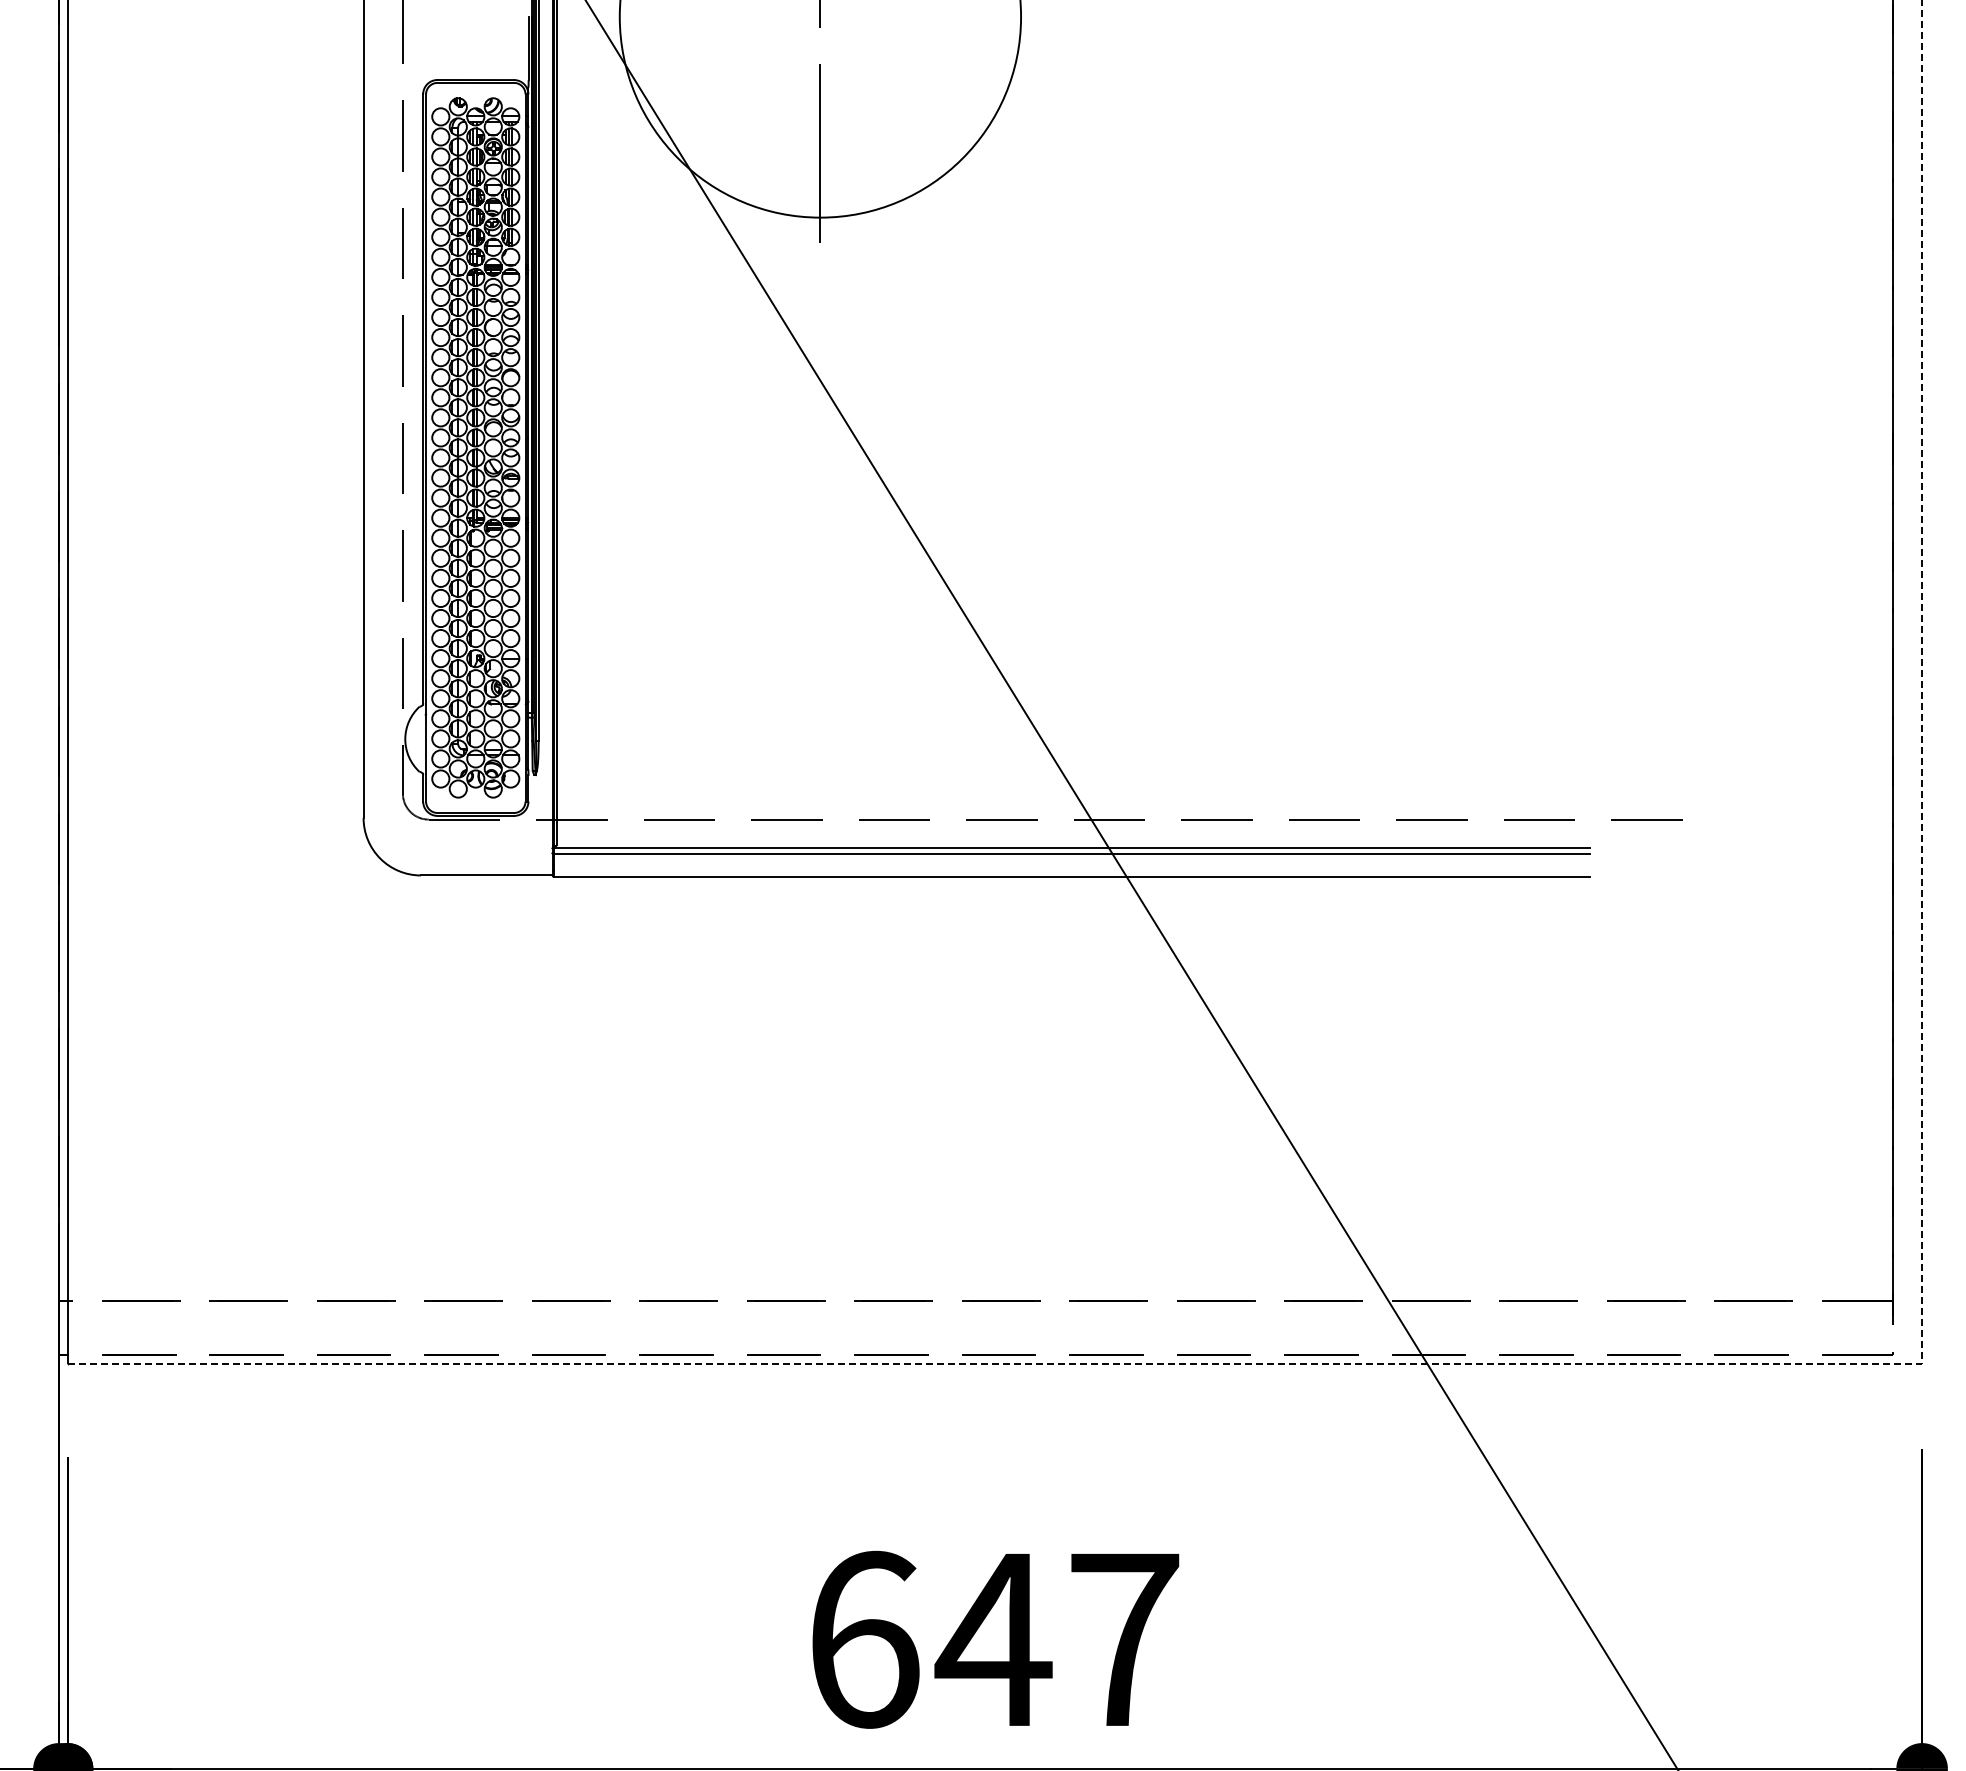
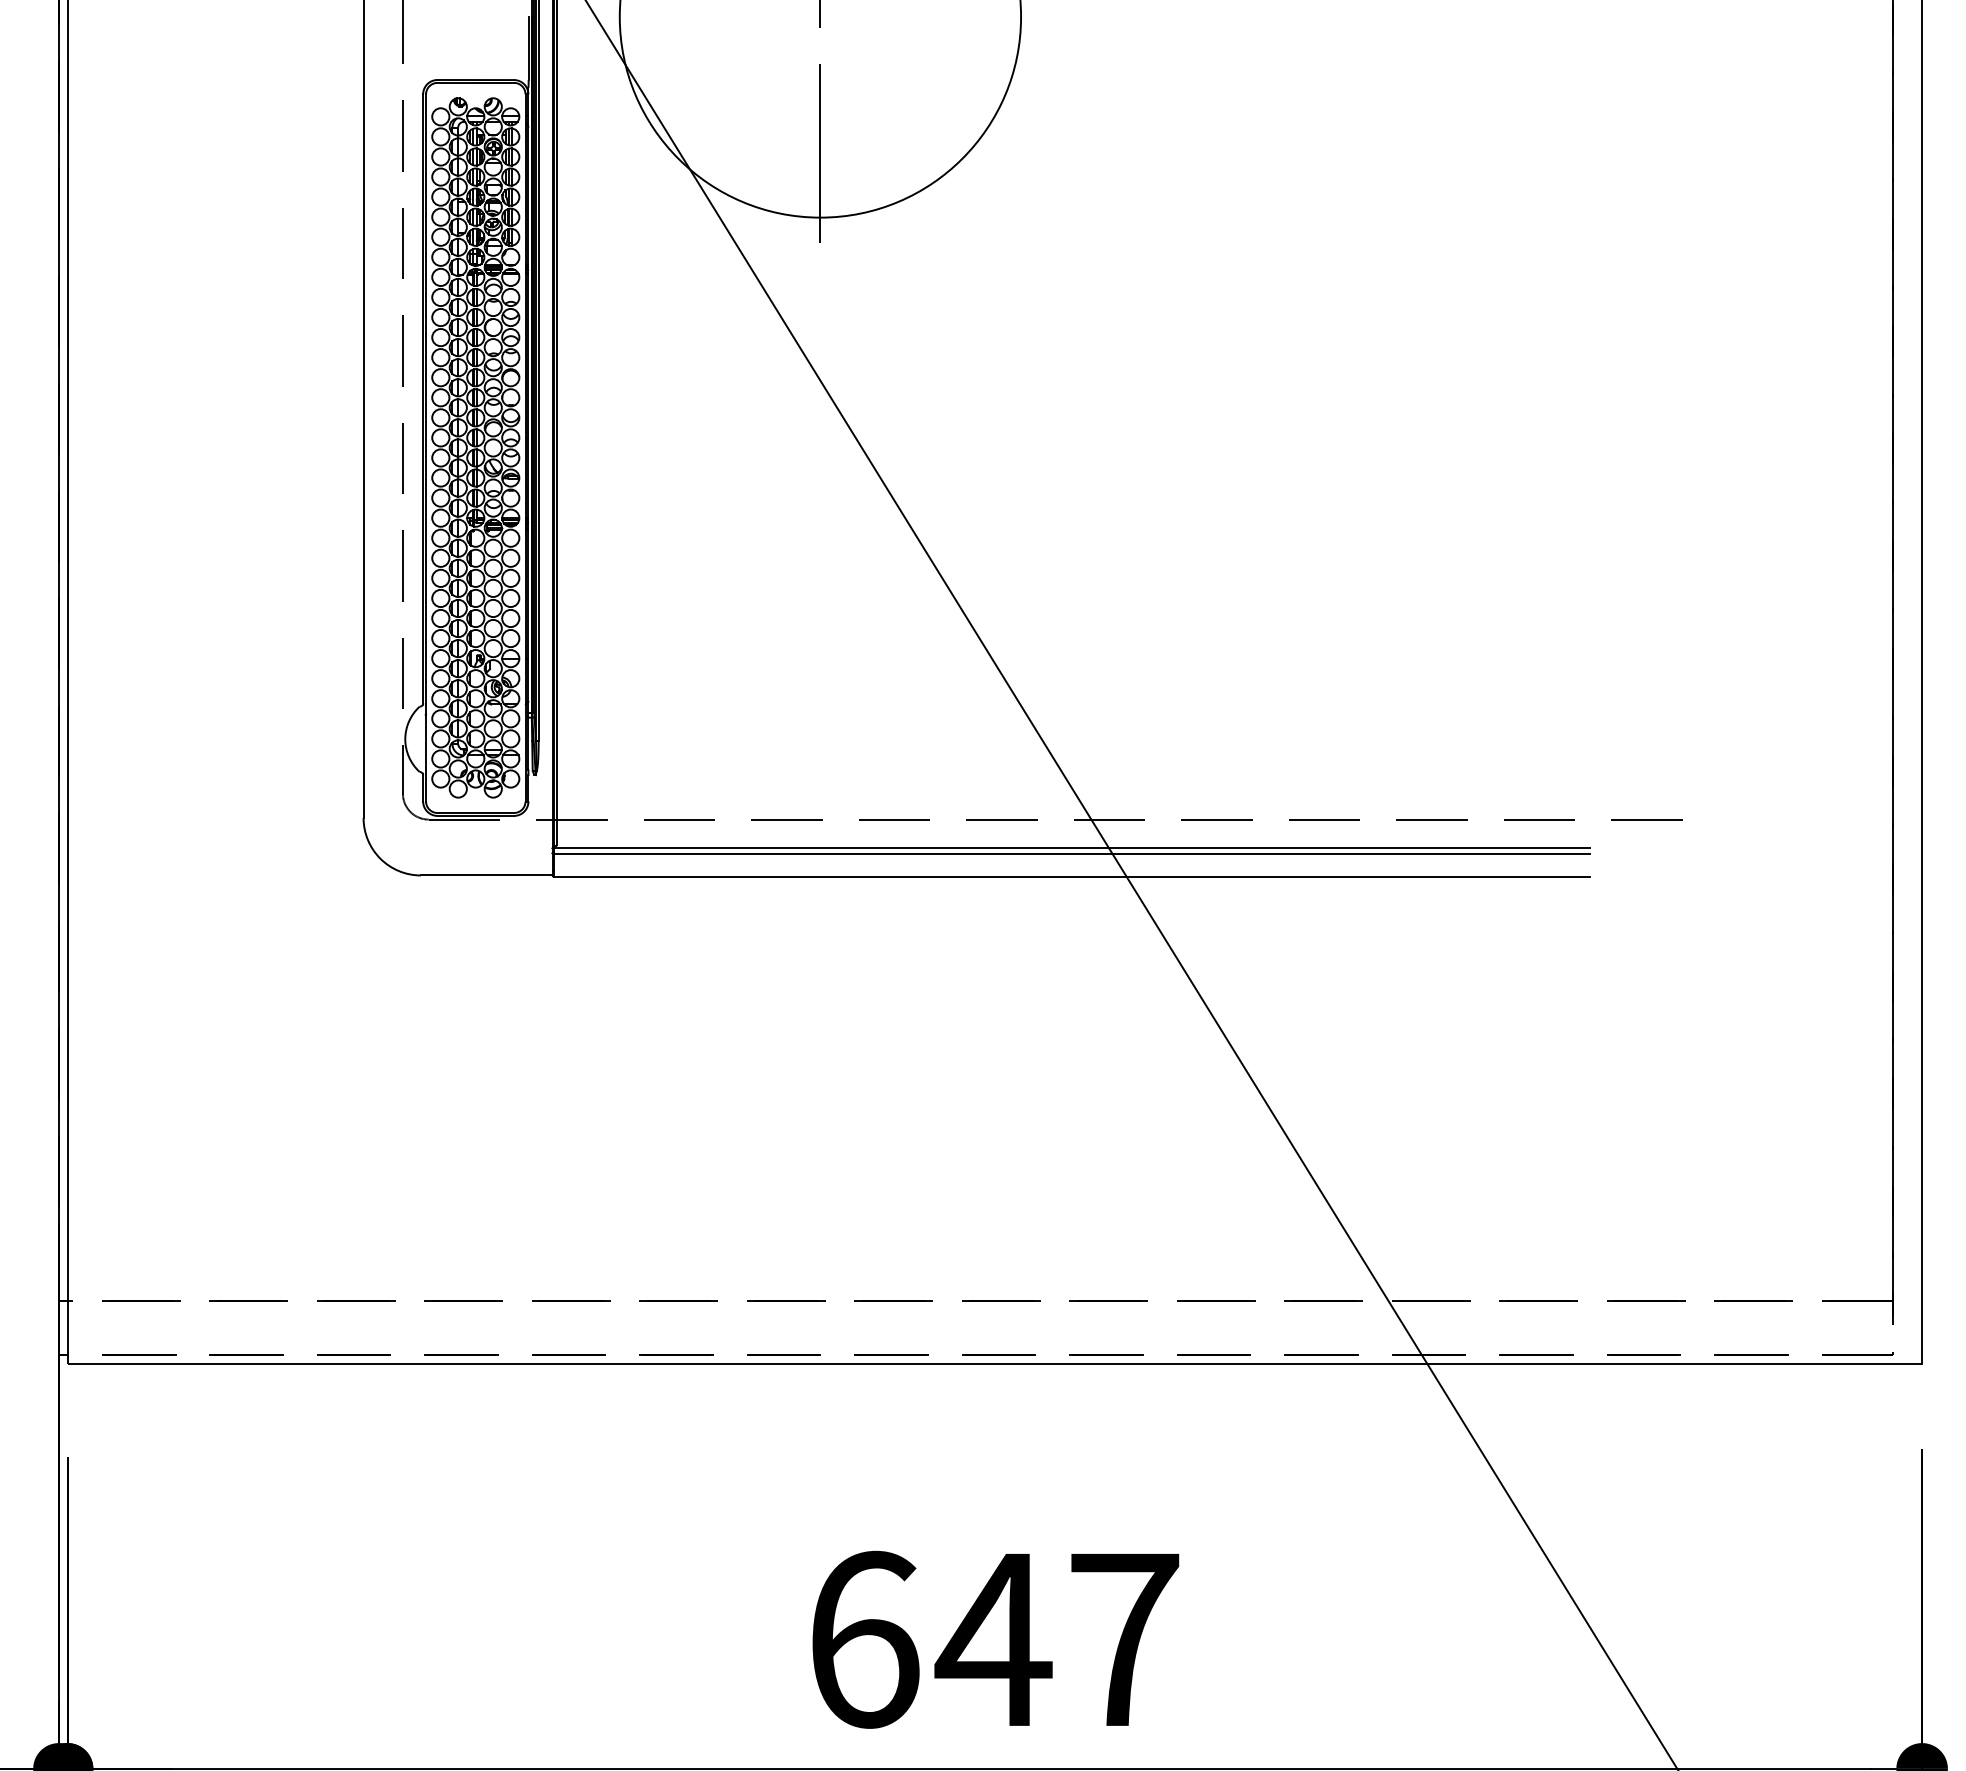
line at (1676, 1363): dashed -> solid
